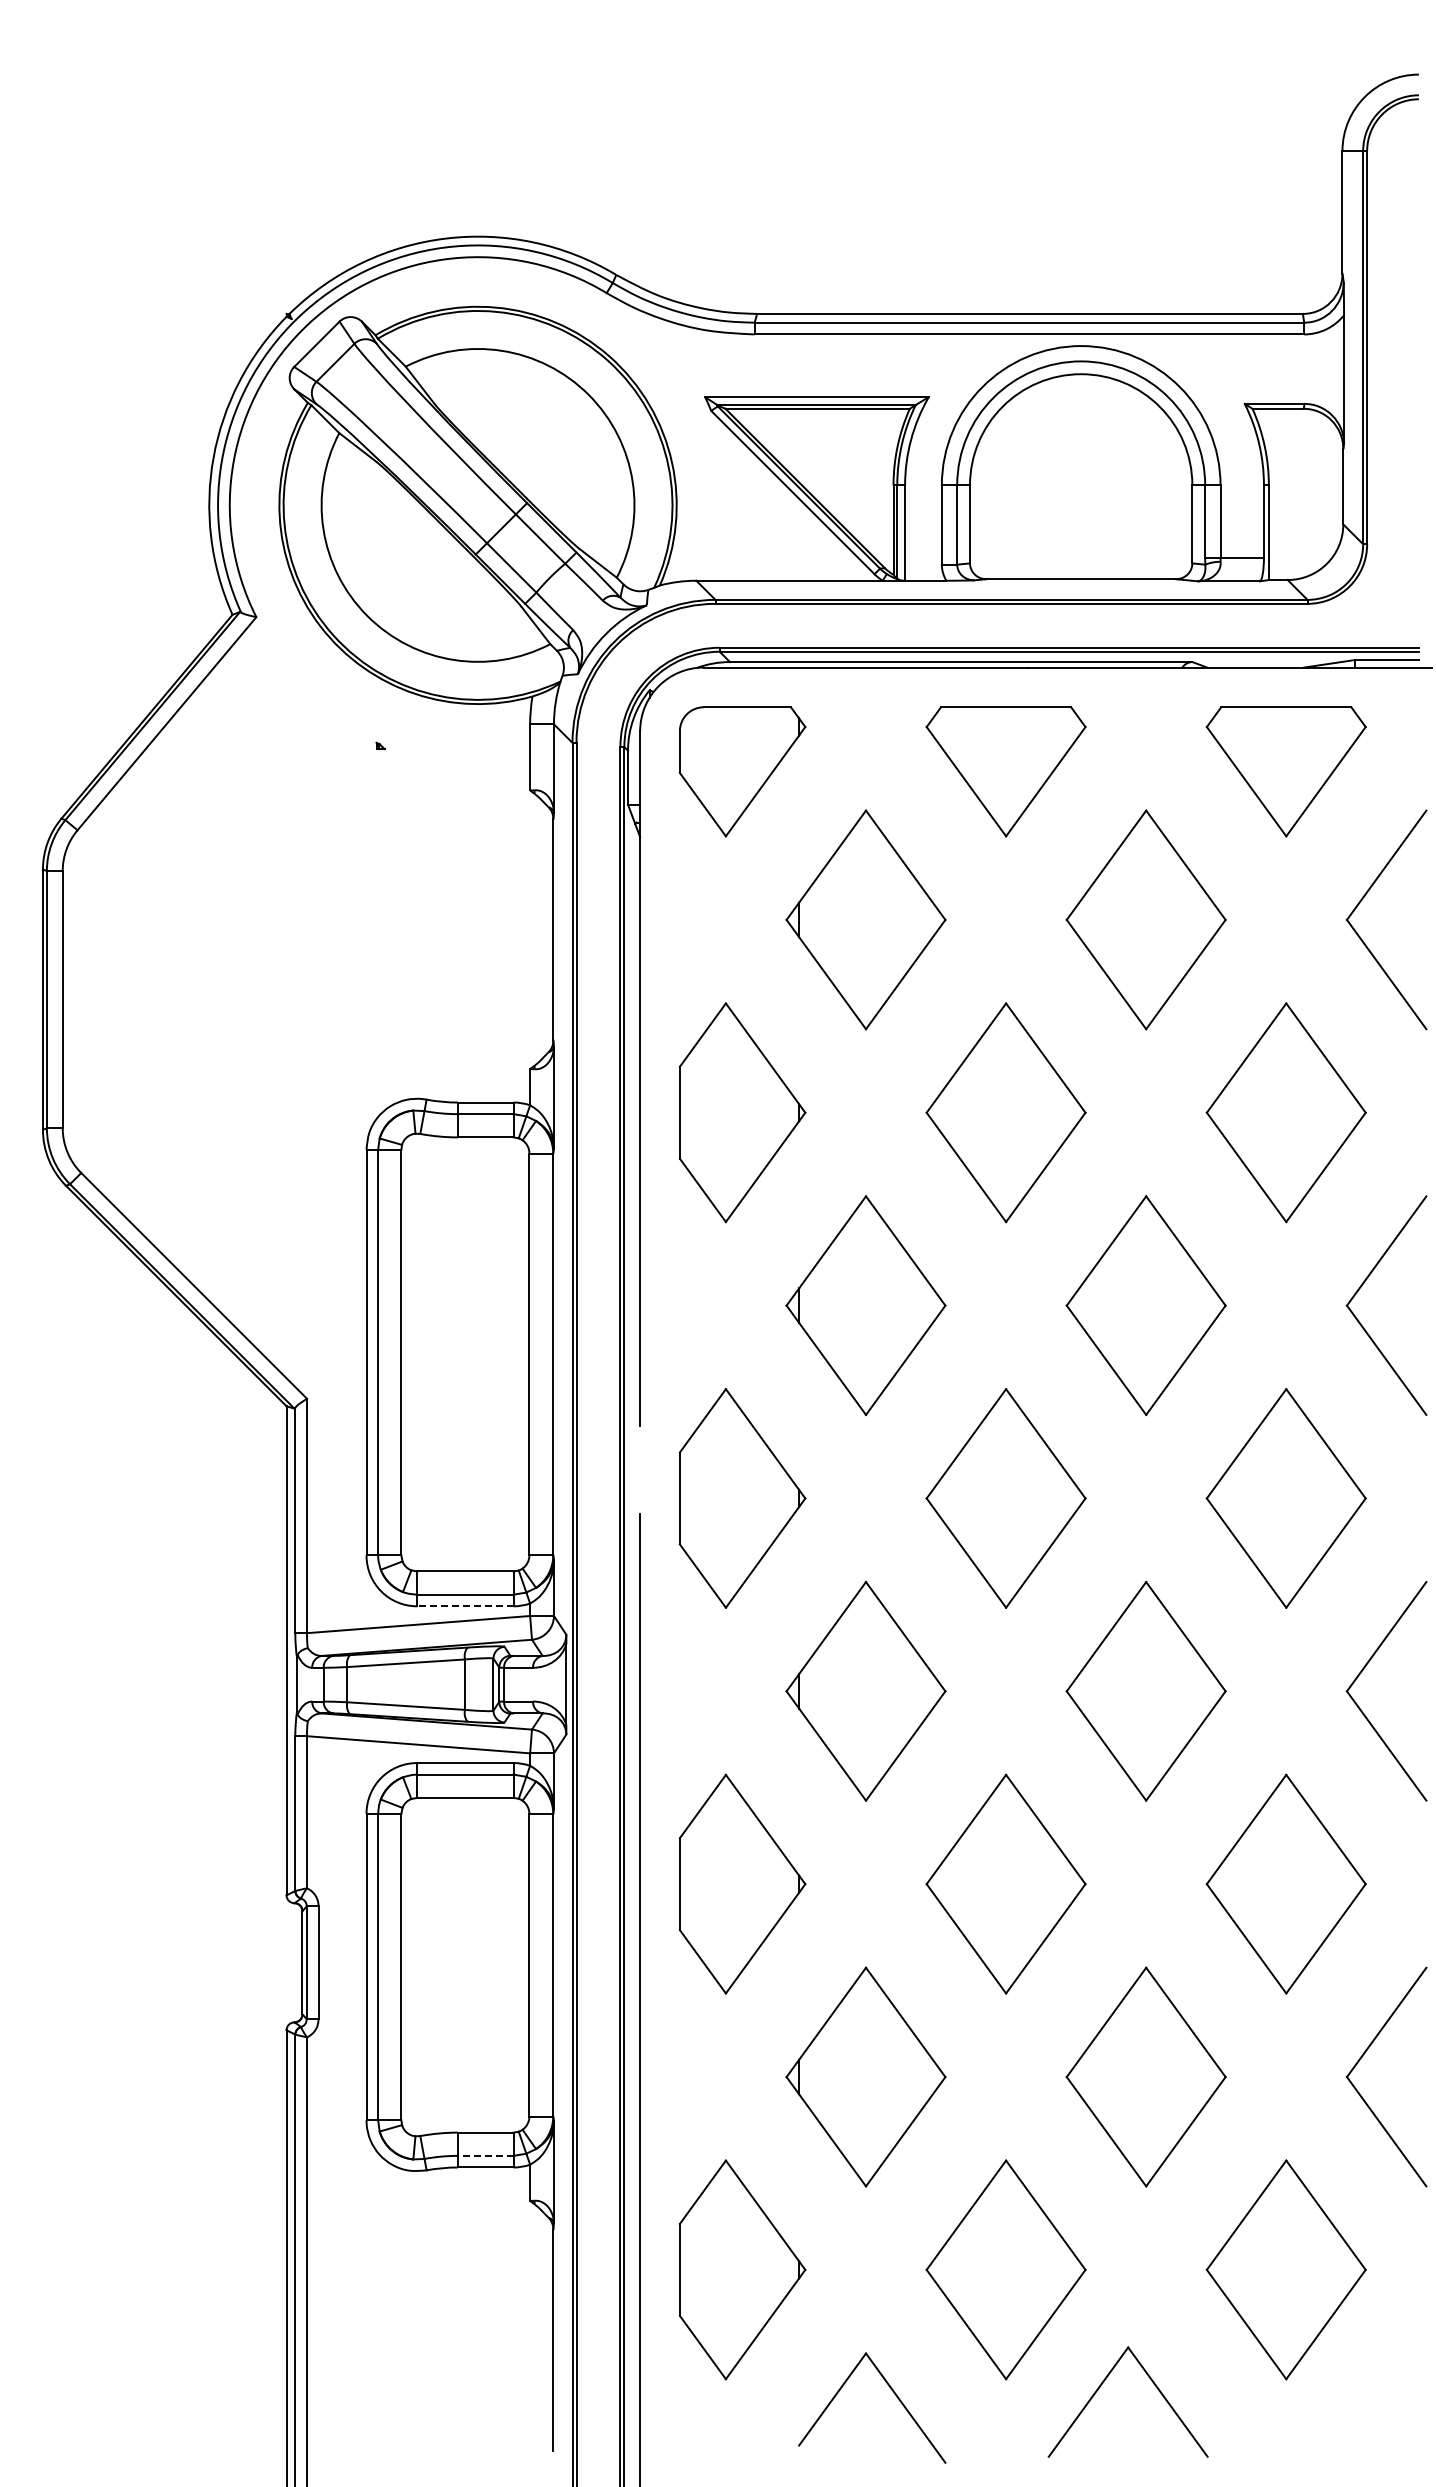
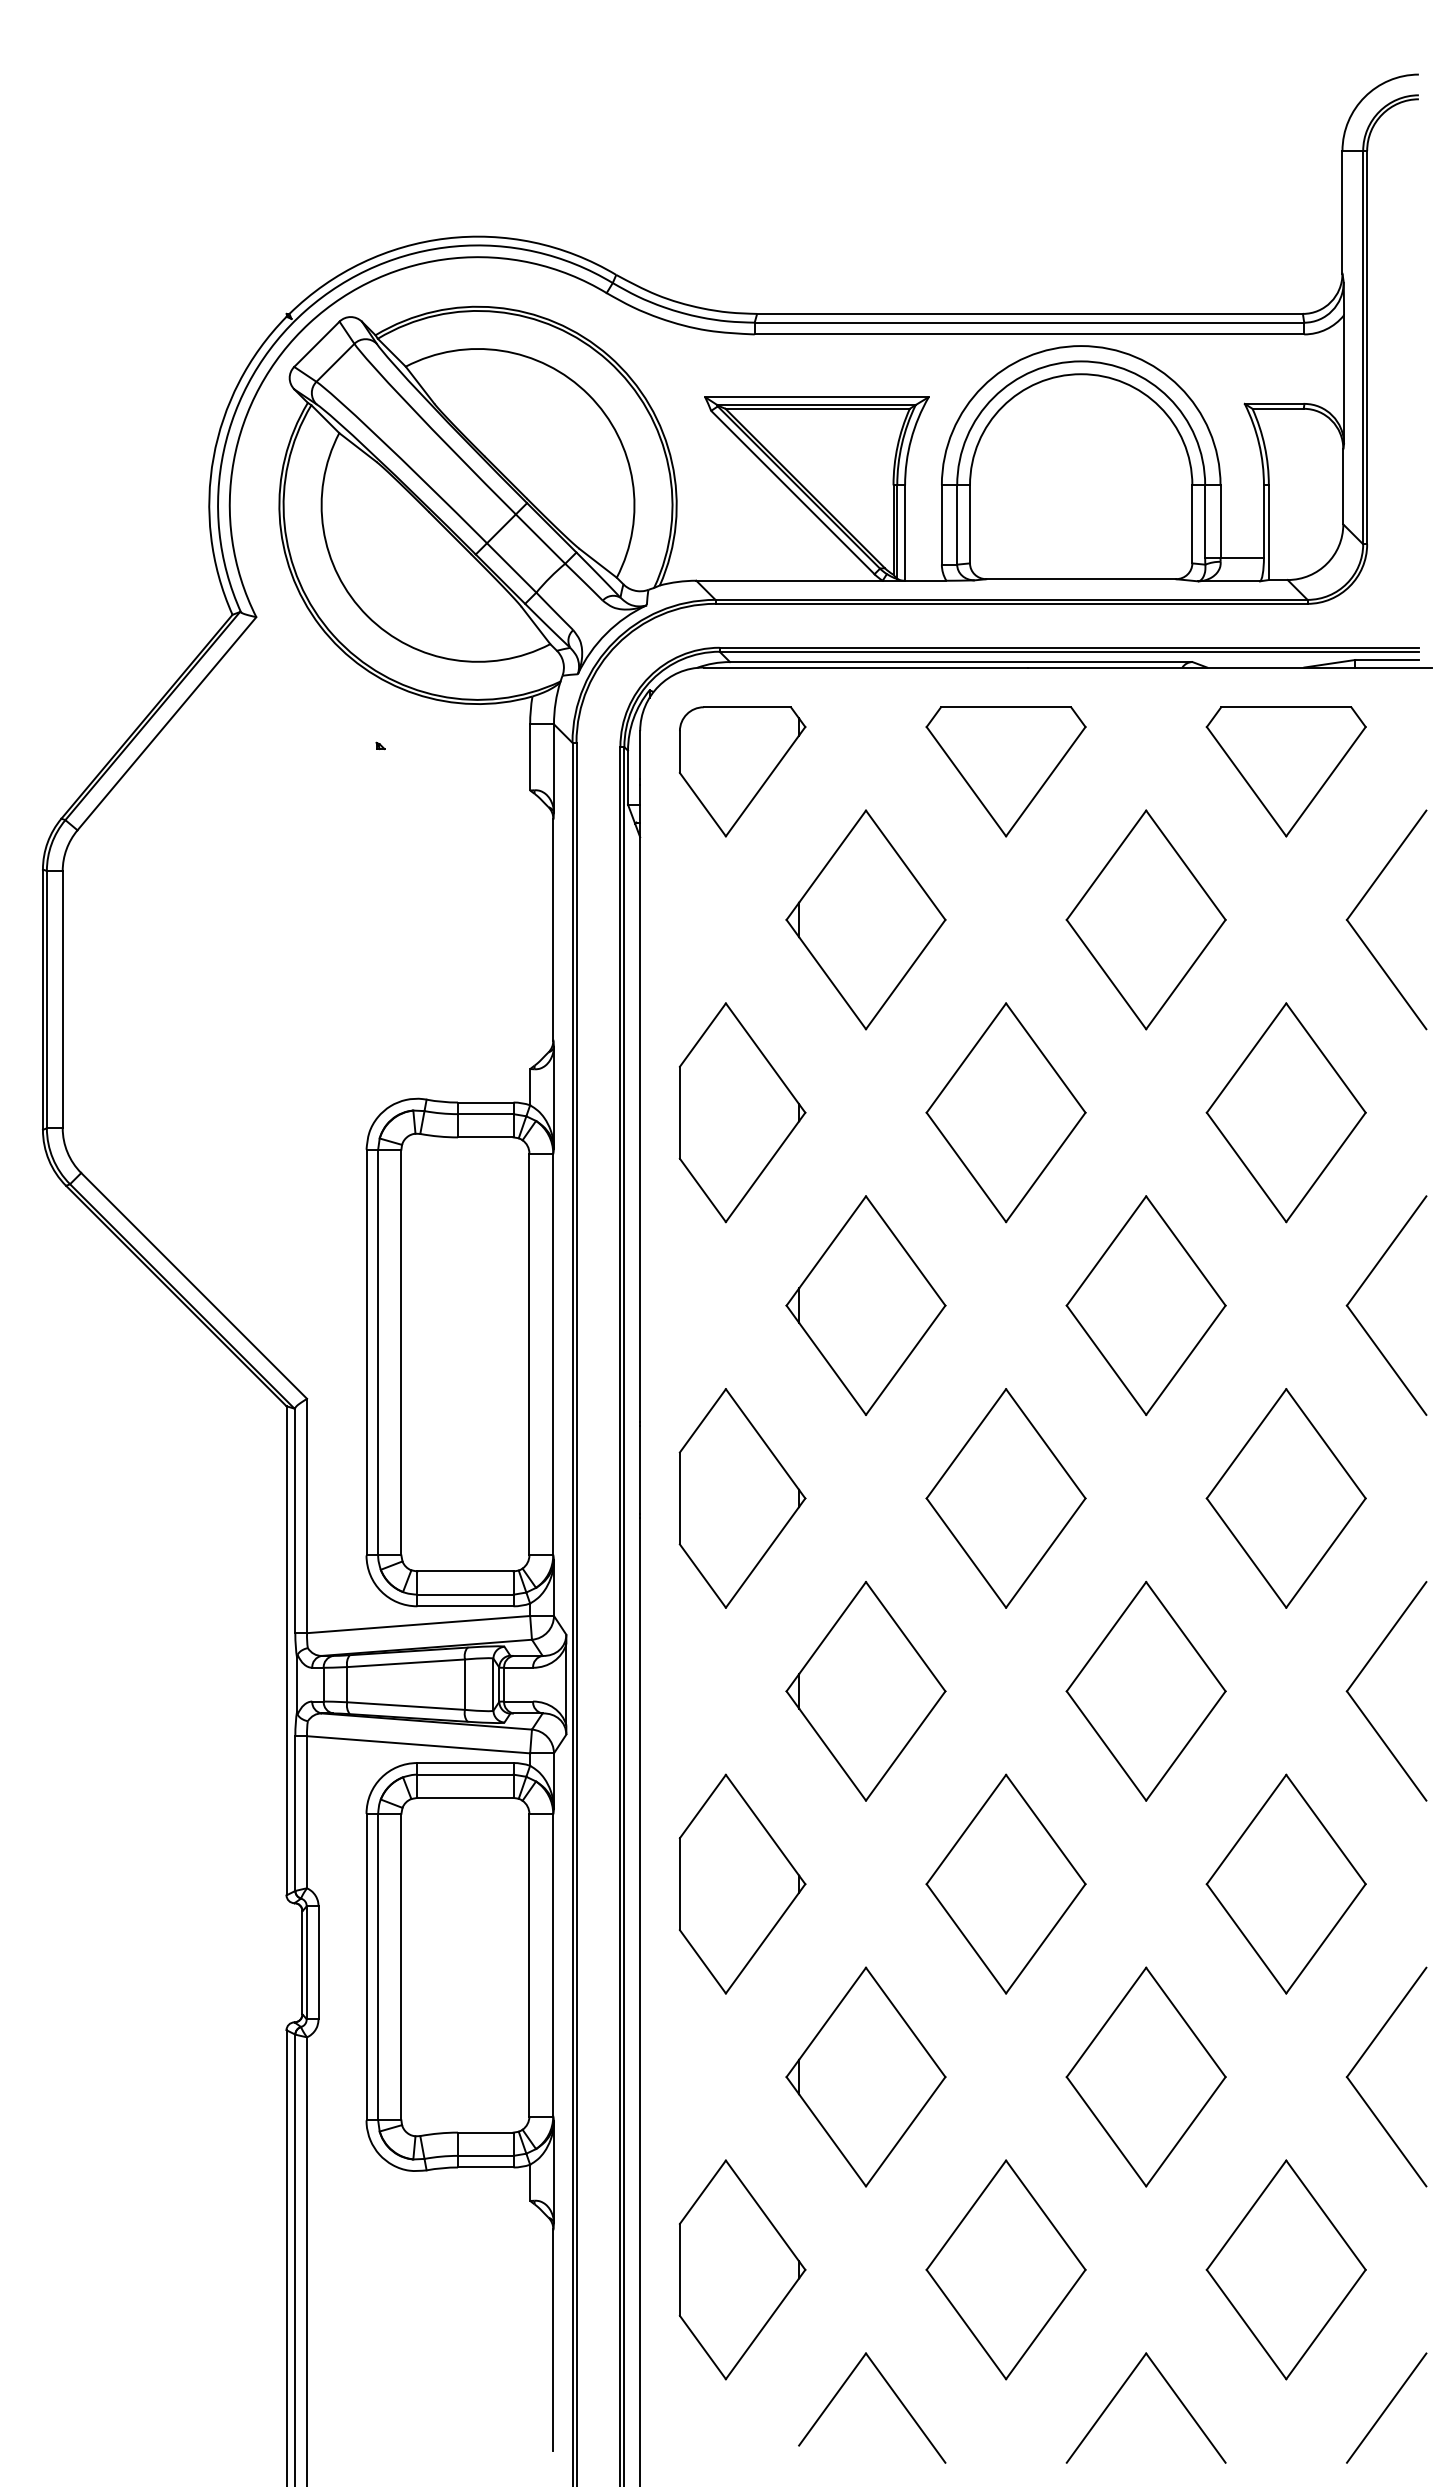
line at (640, 1470): none -> present
line at (464, 1606): dashed -> solid
line at (485, 2155): dashed -> solid
part at (1103, 2383) position: (1103, 2383) -> (1121, 2389)
line at (1386, 2407): none -> present
